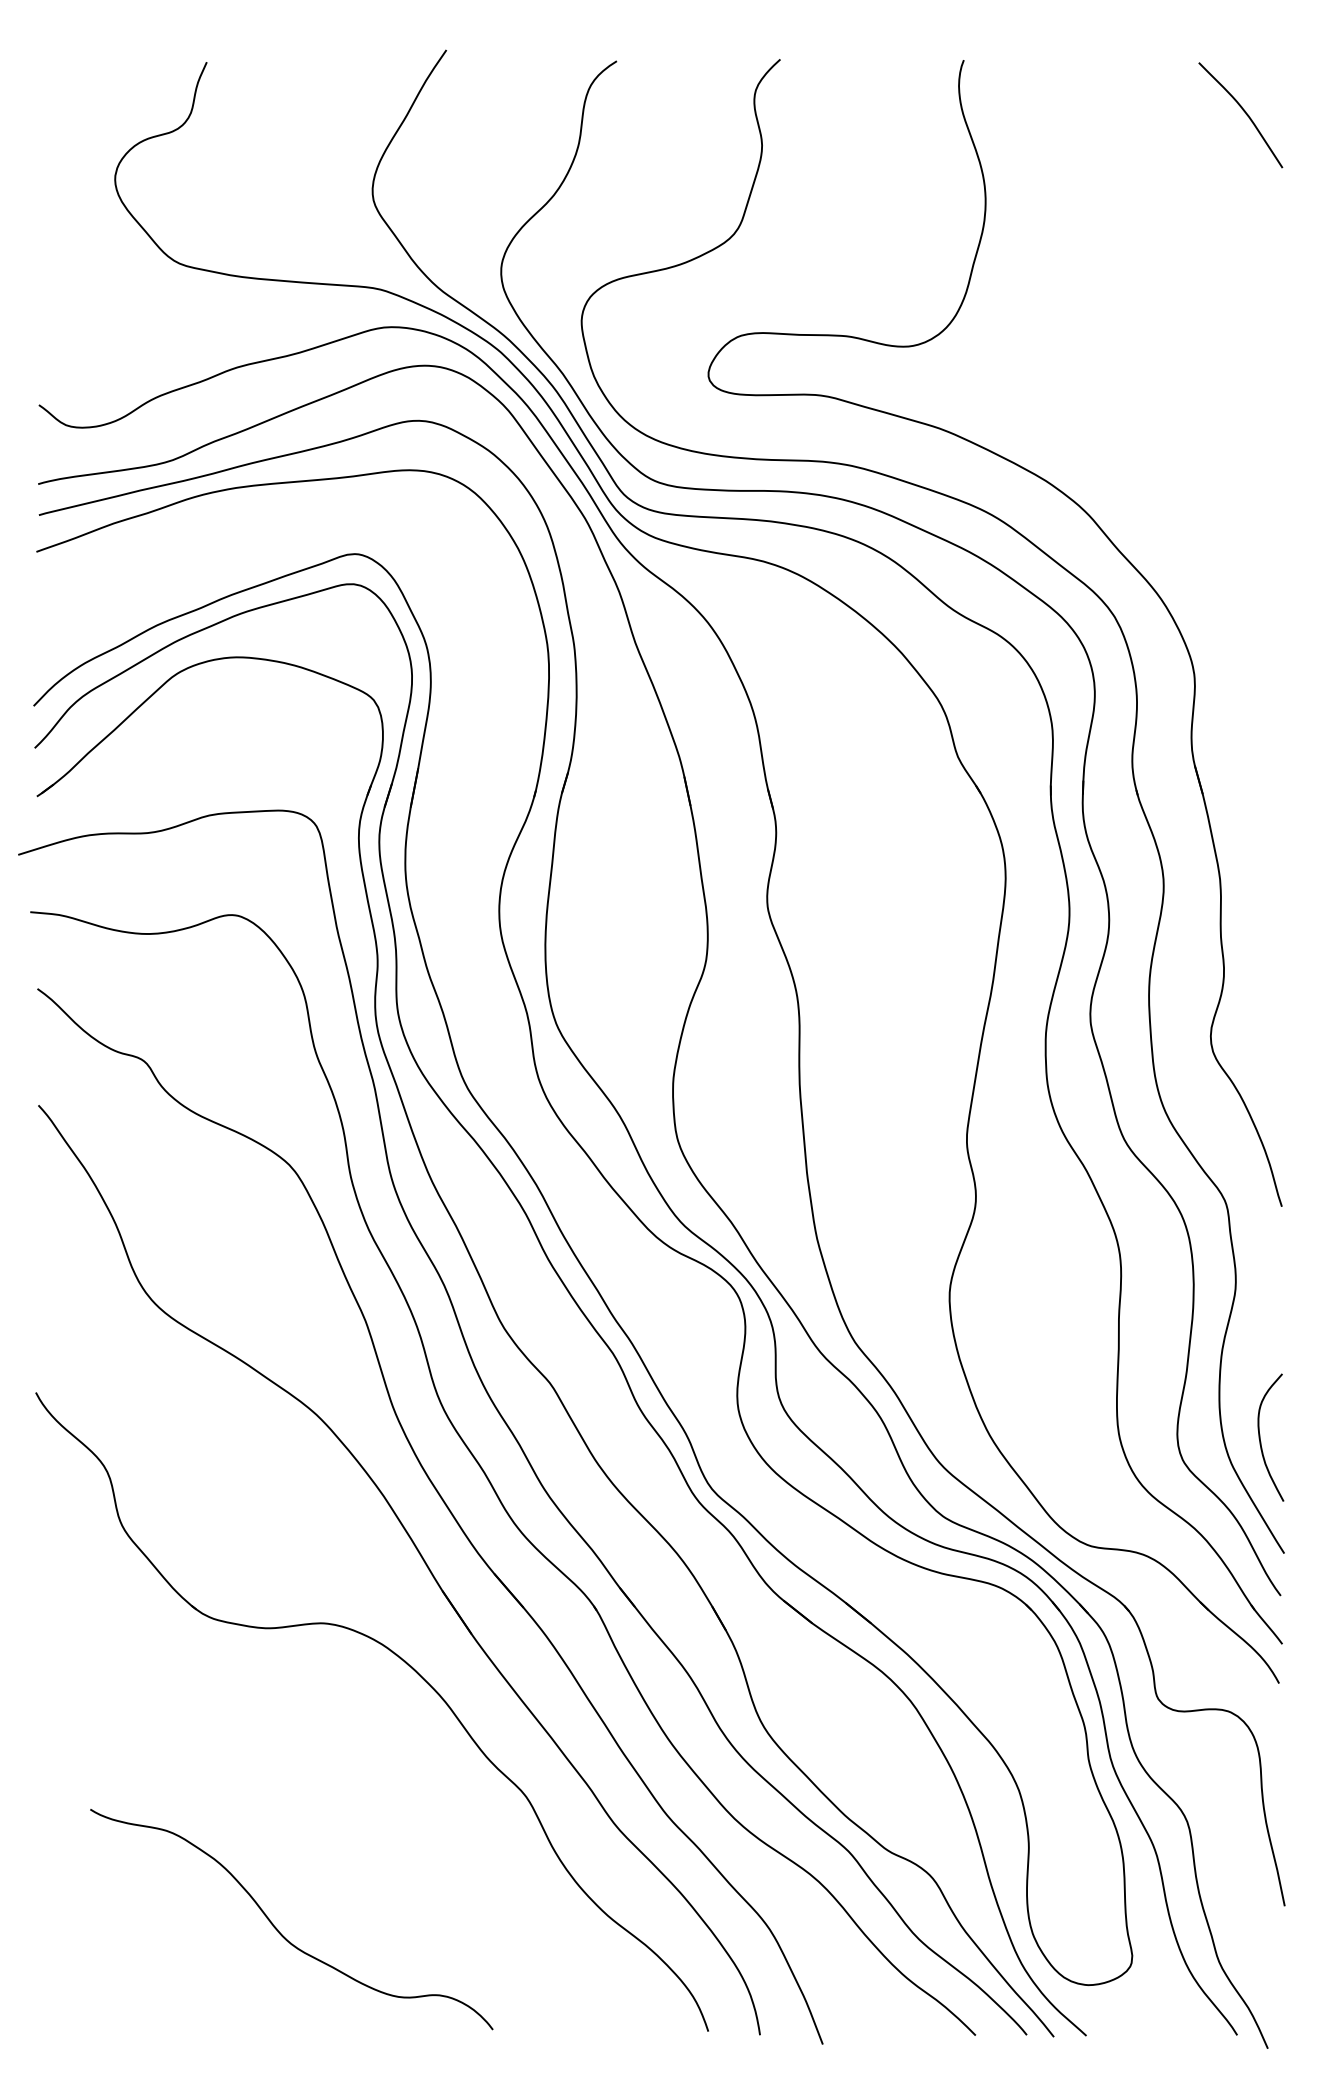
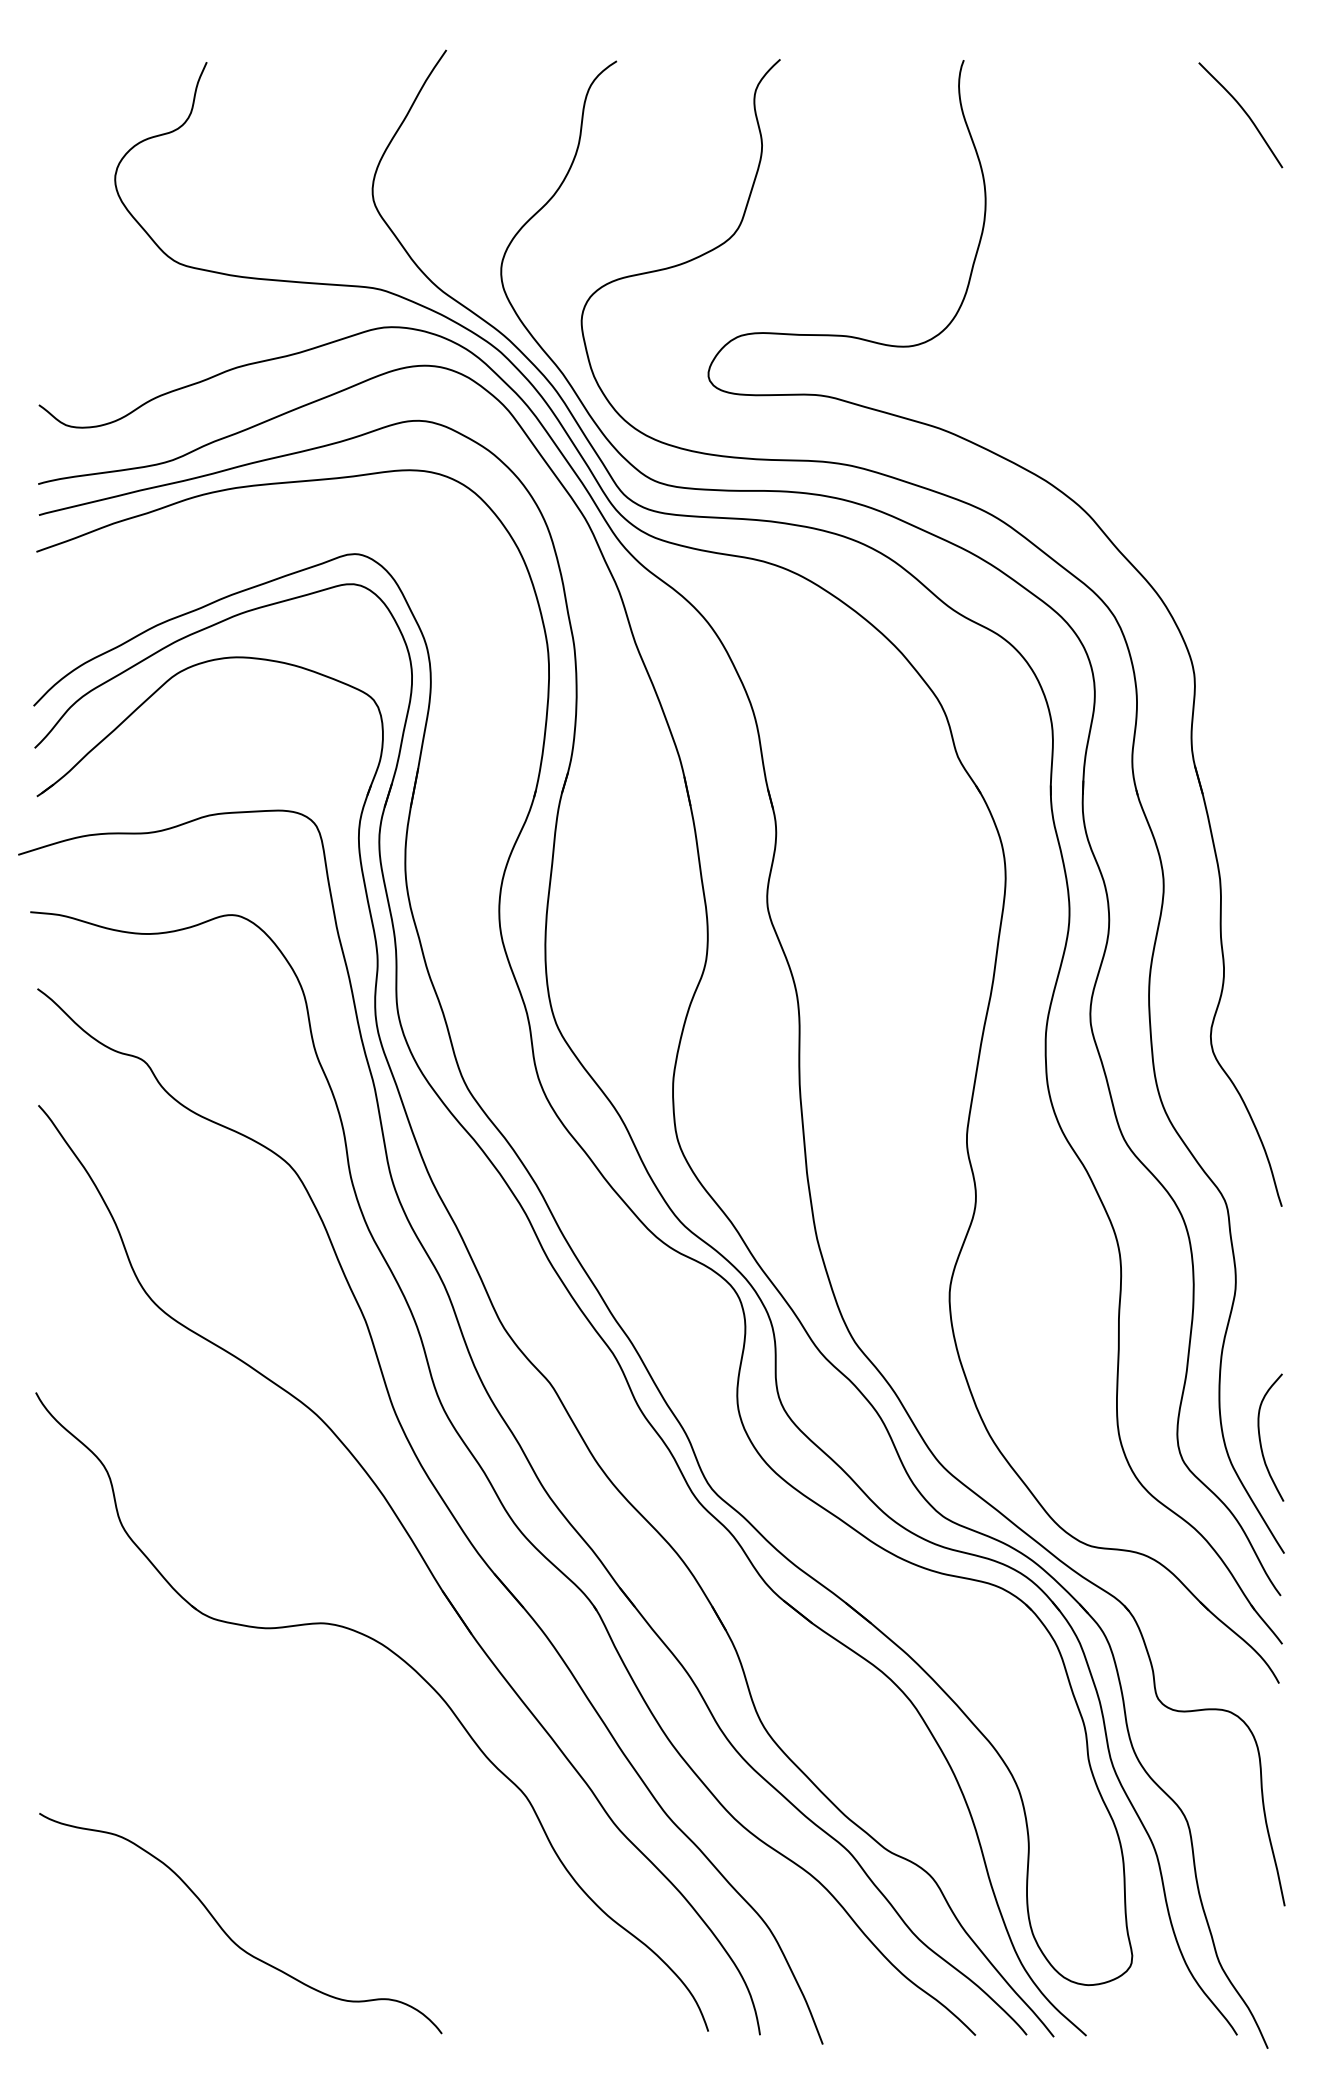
curve at (277, 1928) position: (277, 1928) -> (226, 1932)
